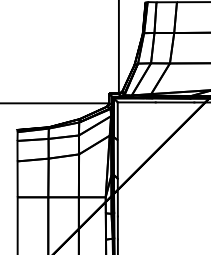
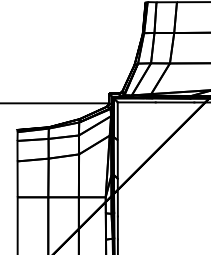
line at (118, 47): present -> none
